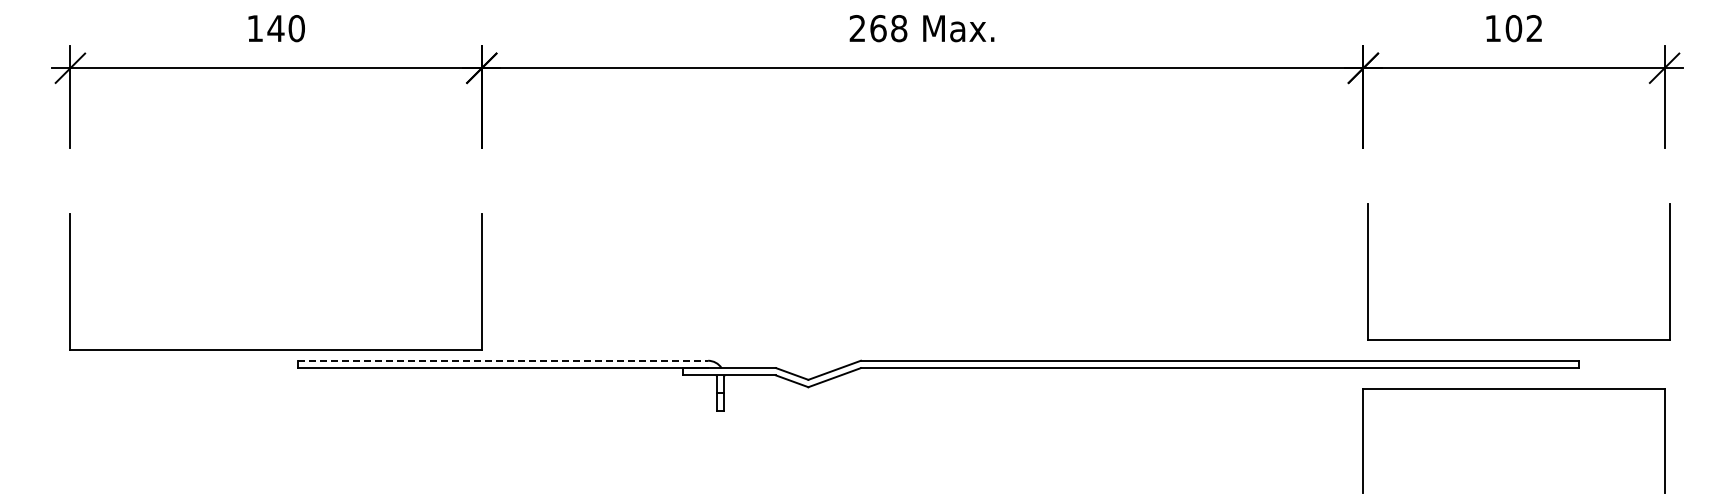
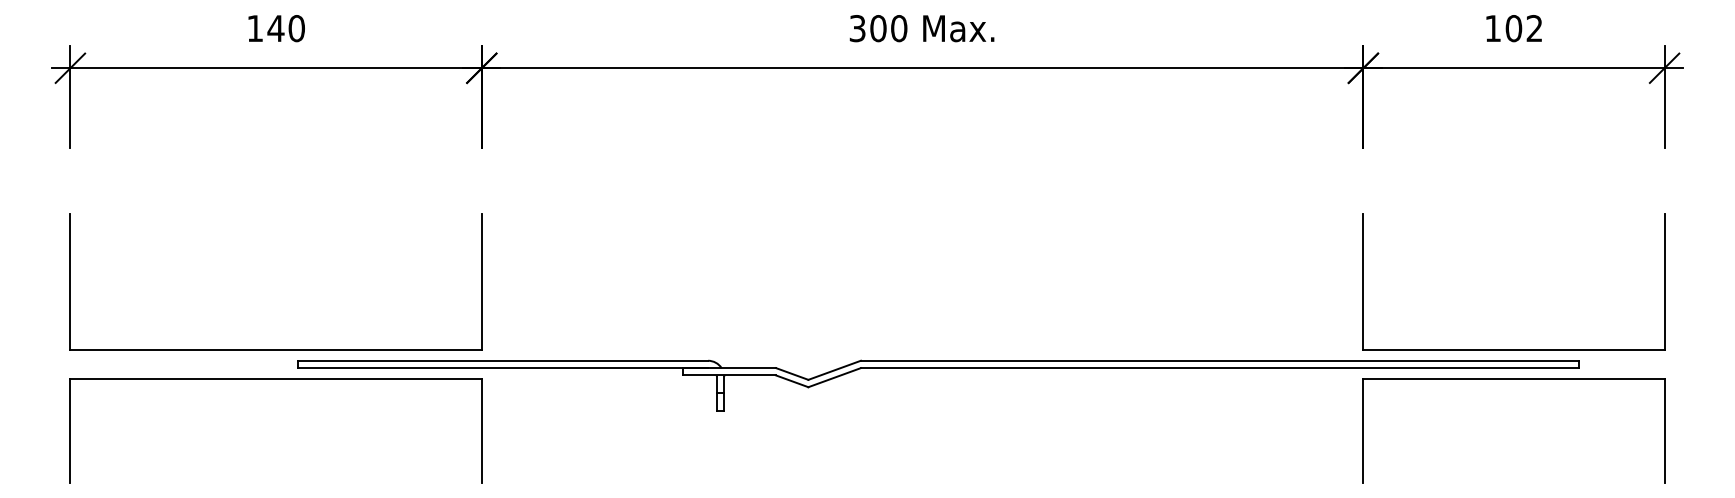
text at (878, 28): 268 -> 300
part at (1518, 339) position: (1518, 339) -> (1513, 349)
line at (503, 360): dashed -> solid
part at (275, 379): none -> present
part at (1513, 389) position: (1513, 389) -> (1513, 379)
